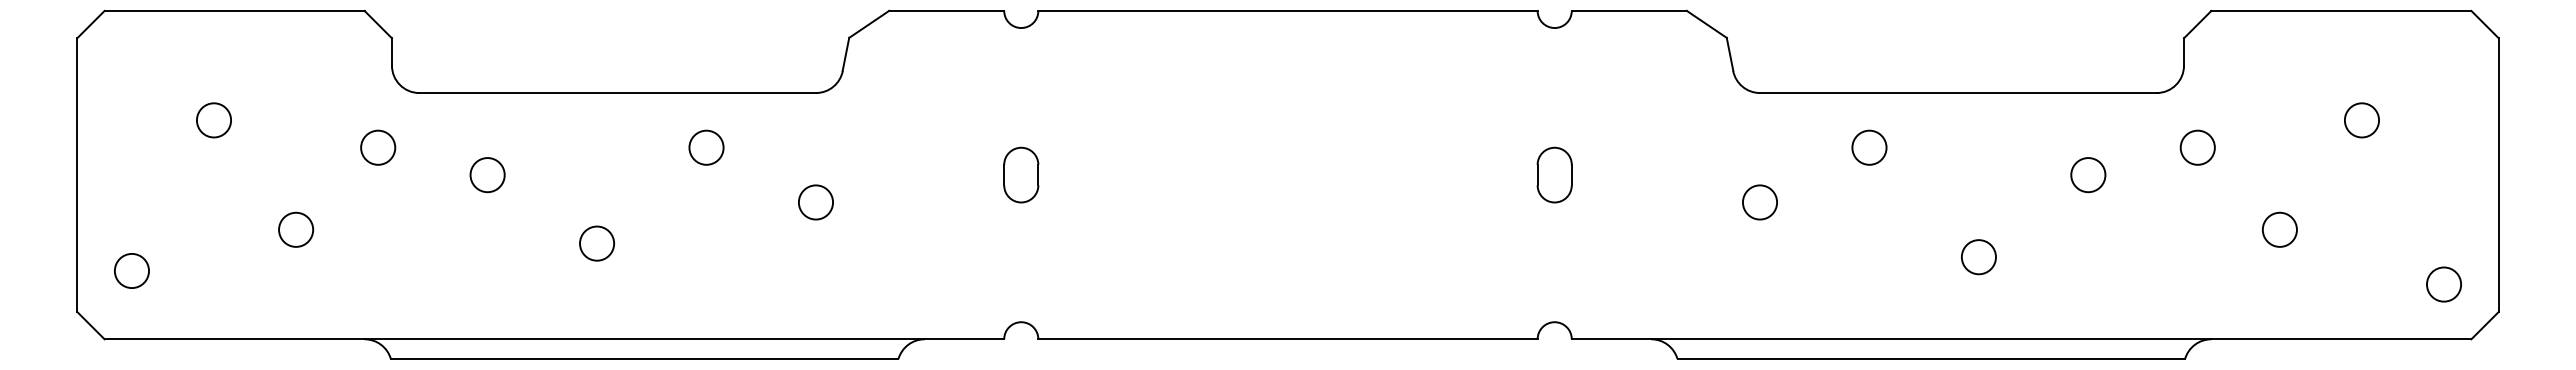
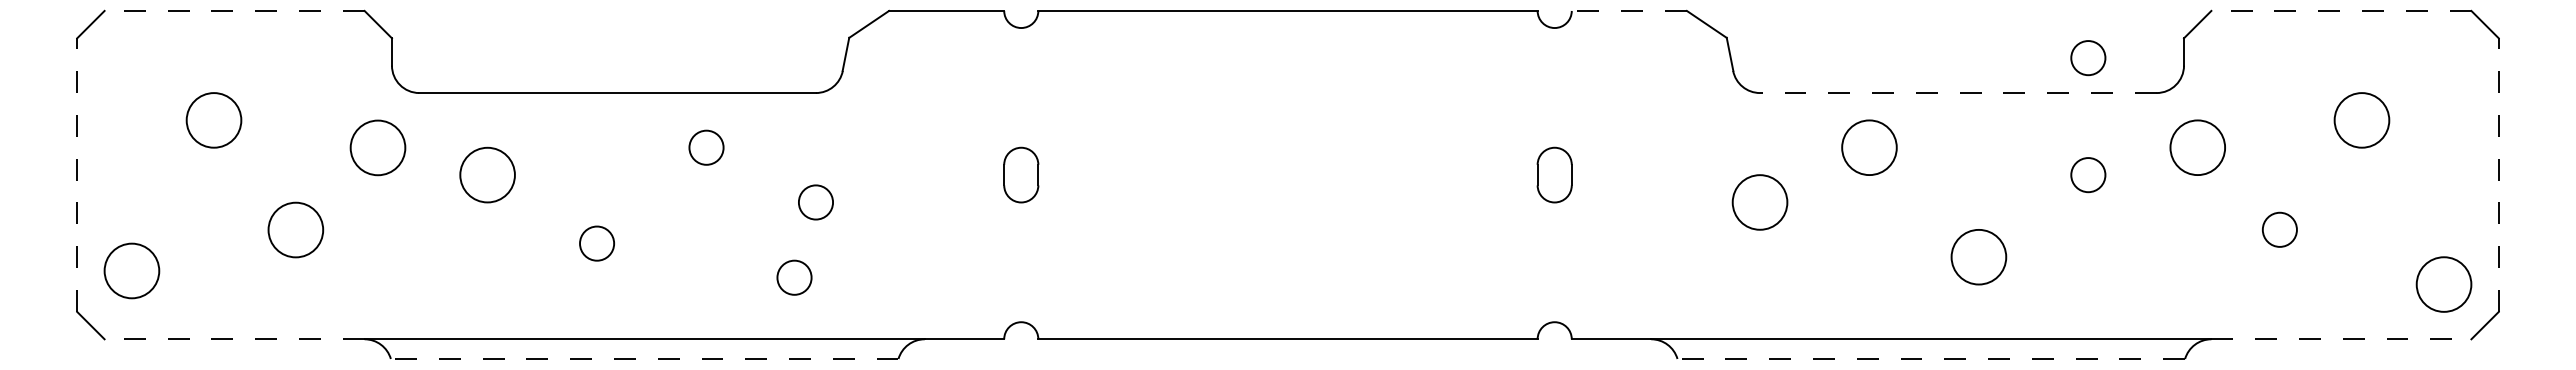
line at (234, 10): solid -> dashed
line at (1629, 10): solid -> dashed
line at (2340, 10): solid -> dashed
circle at (2088, 58): none -> present
line at (1957, 93): solid -> dashed
circle at (213, 120) diameter: 34 px -> 55 px
circle at (2361, 120) diameter: 34 px -> 55 px
circle at (378, 147) size: 37x37 px -> 58x58 px
circle at (1869, 147) diameter: 34 px -> 55 px
circle at (2197, 147) diameter: 34 px -> 55 px
line at (77, 175): solid -> dashed
circle at (487, 175) diameter: 34 px -> 55 px
line at (2498, 175): solid -> dashed
circle at (1759, 202) size: 36x37 px -> 58x57 px
circle at (296, 229) size: 37x37 px -> 58x58 px
circle at (1978, 257) diameter: 34 px -> 55 px
circle at (131, 270) diameter: 34 px -> 55 px
circle at (794, 277): none -> present
circle at (2443, 284) diameter: 34 px -> 55 px
line at (234, 339): solid -> dashed
line at (2341, 339): solid -> dashed
line at (644, 358): solid -> dashed
line at (1931, 358): solid -> dashed
